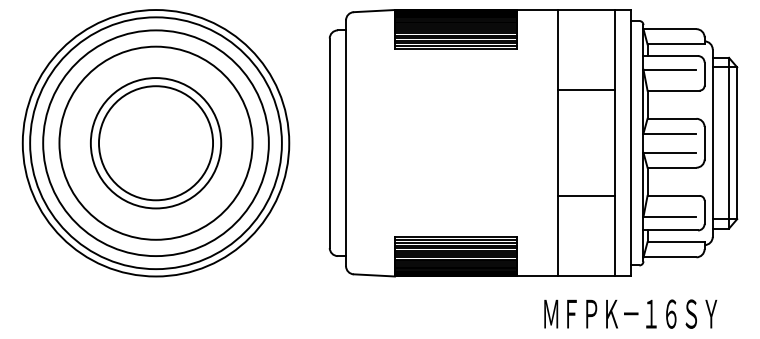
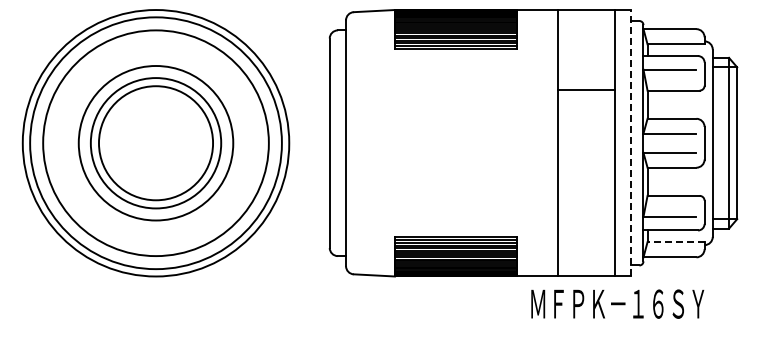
circle at (155, 142) diameter: 193 px -> 155 px
line at (631, 142): solid -> dashed
line at (585, 196): present -> none
line at (676, 242): solid -> dashed
text at (630, 313) position: (630, 313) -> (617, 303)
